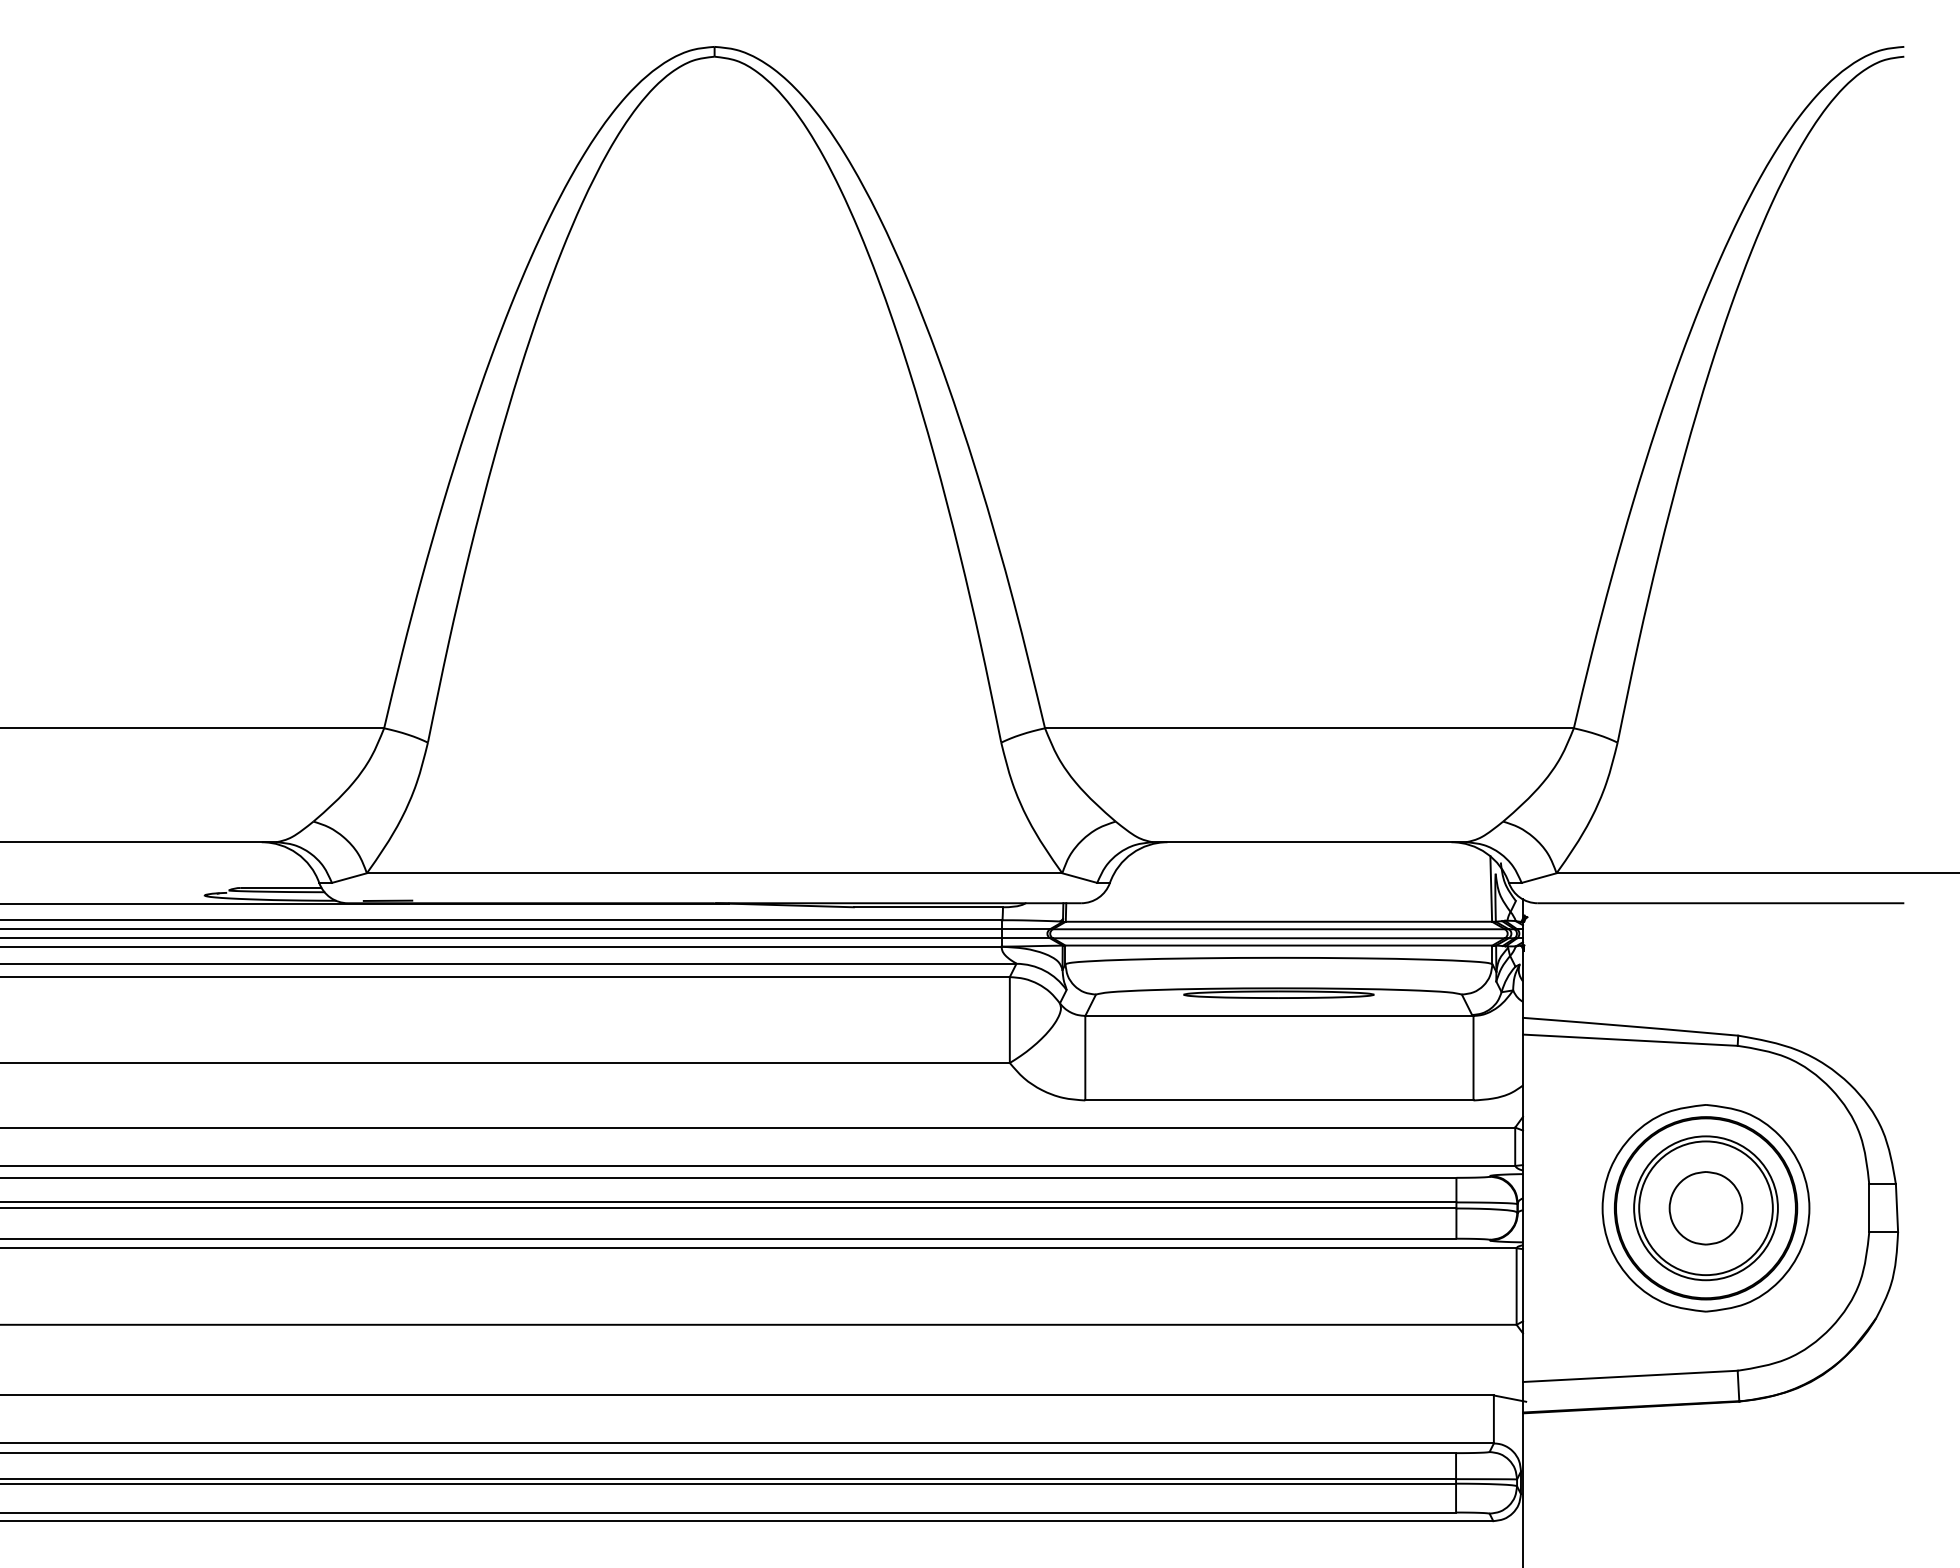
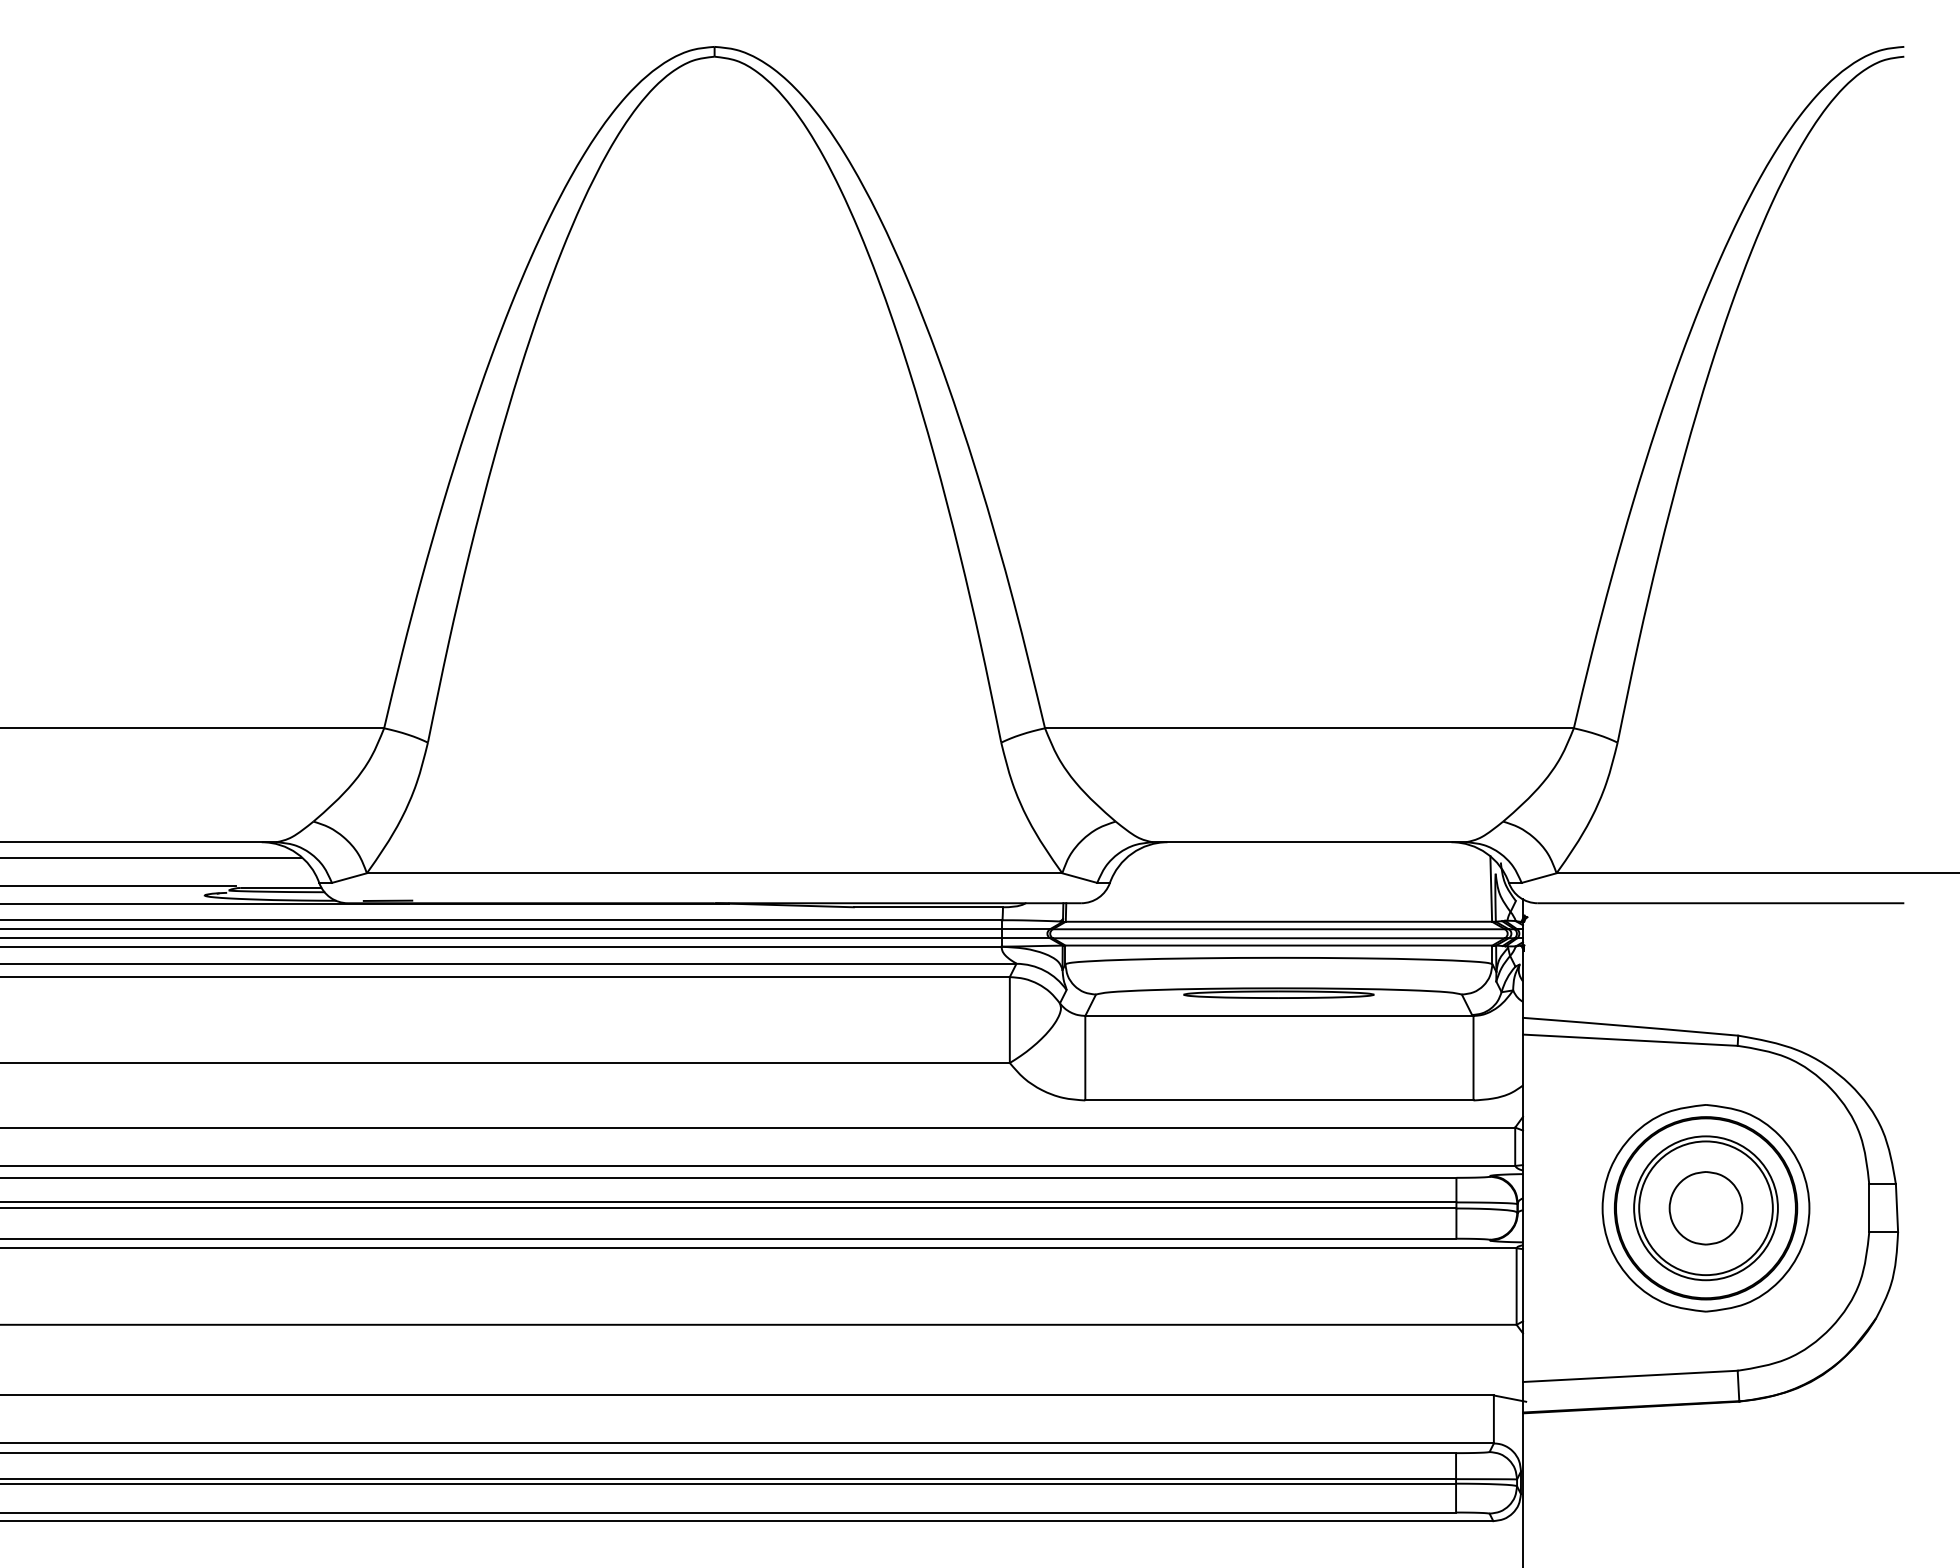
line at (152, 857): none -> present
line at (118, 886): none -> present
